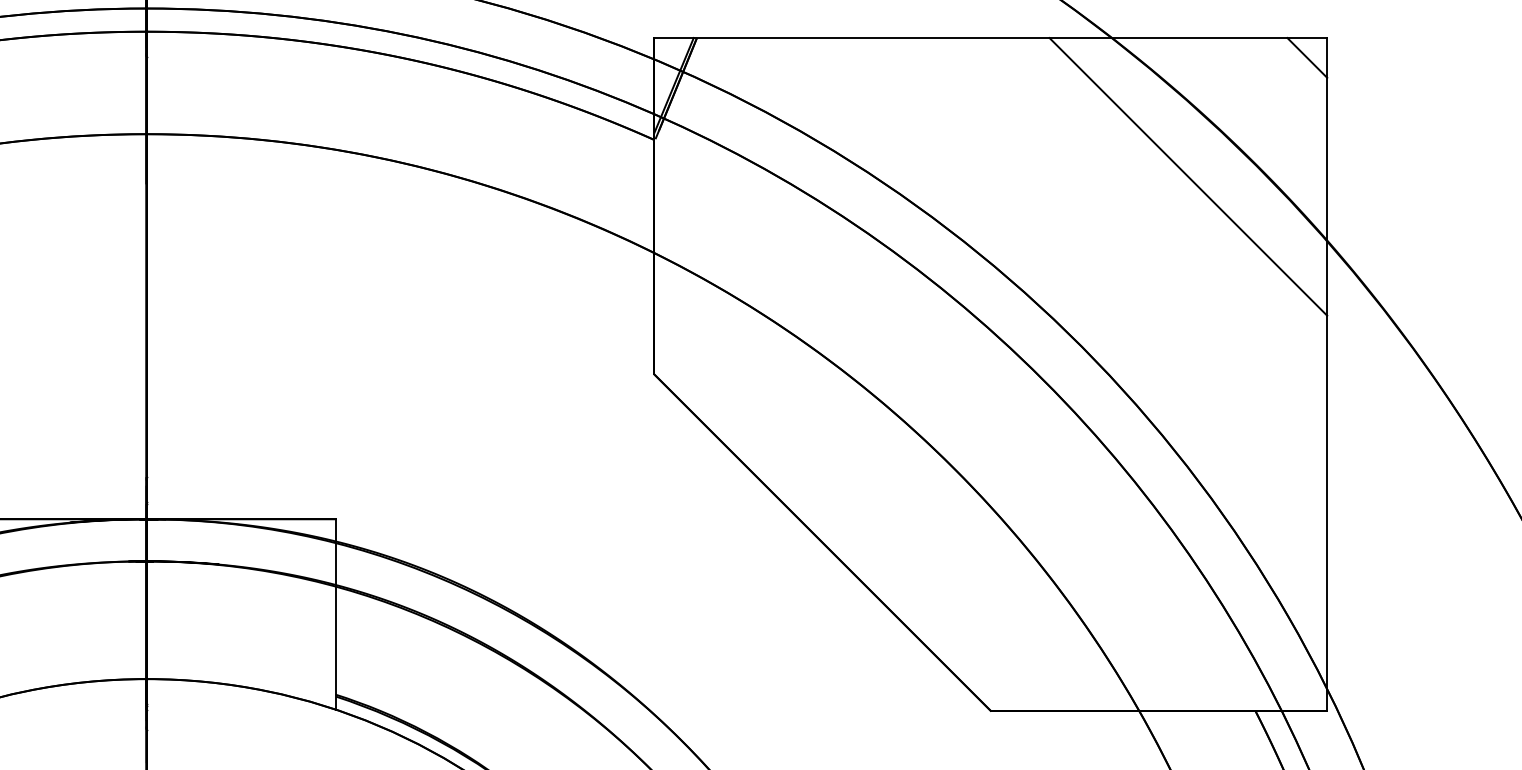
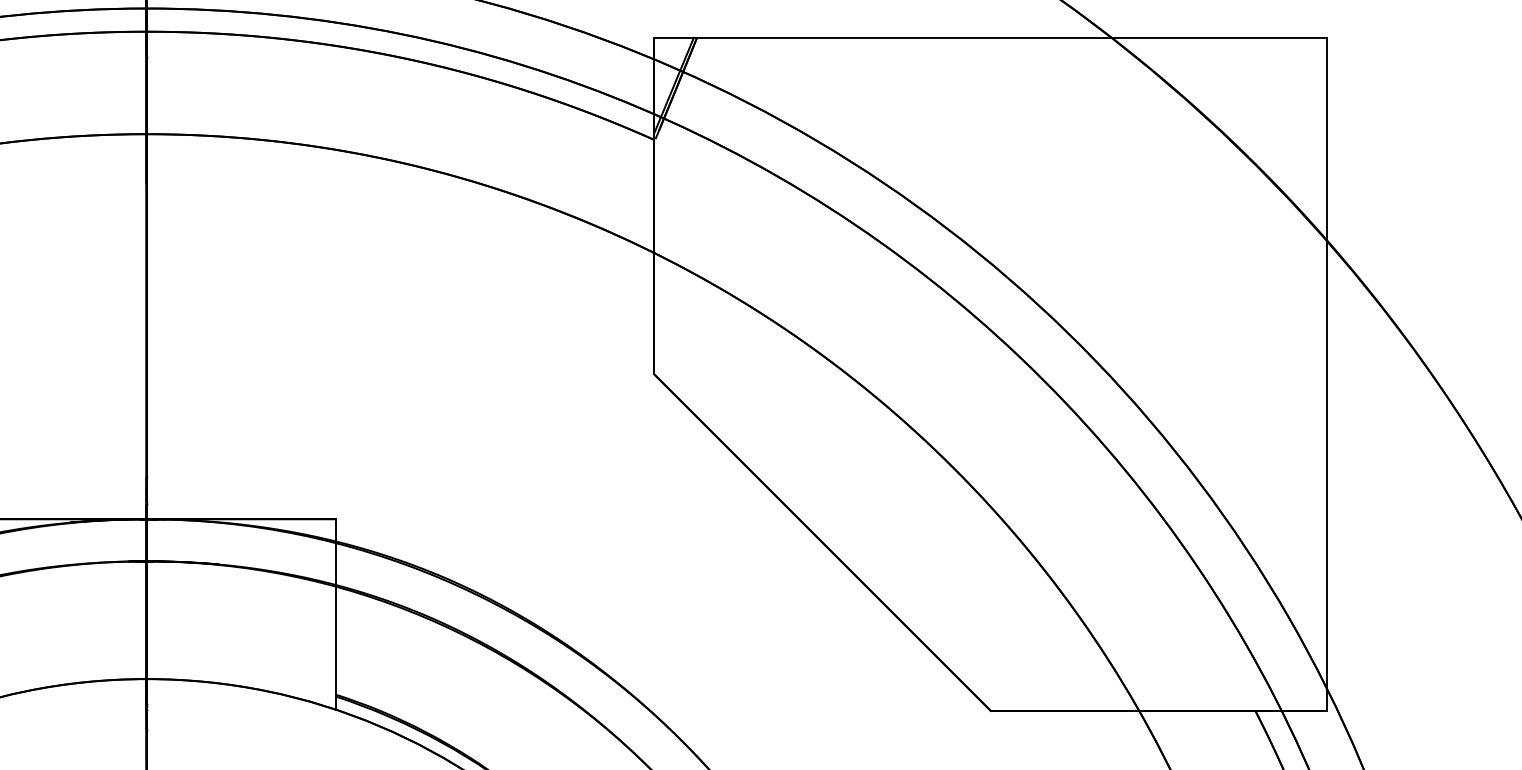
line at (1307, 57): present -> none
line at (1188, 176): present -> none
